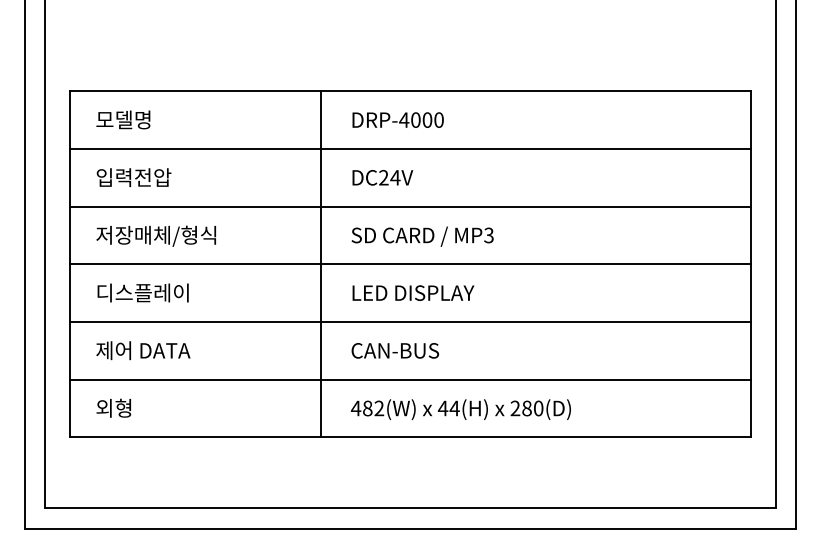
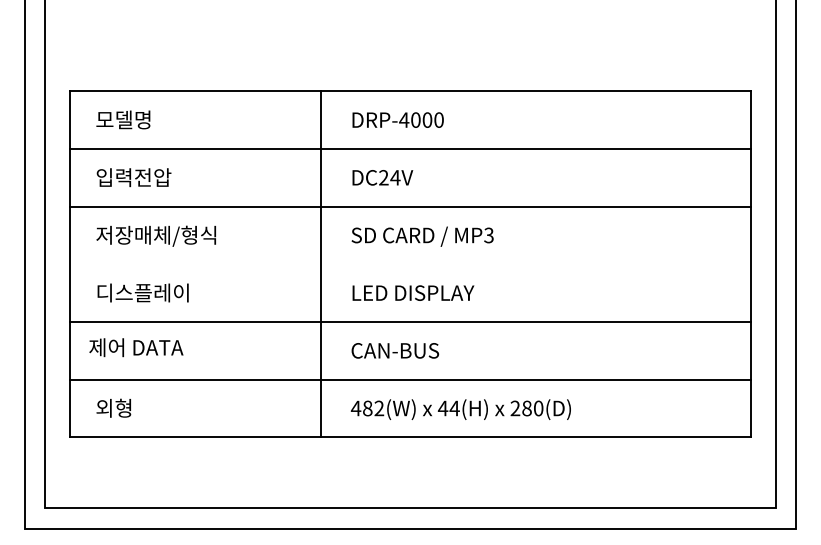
line at (410, 264): present -> none
text at (143, 350) position: (143, 350) -> (136, 347)
